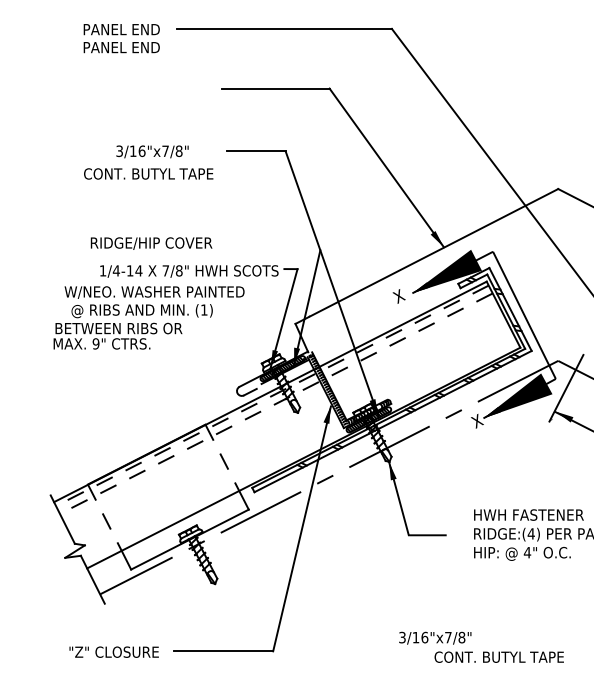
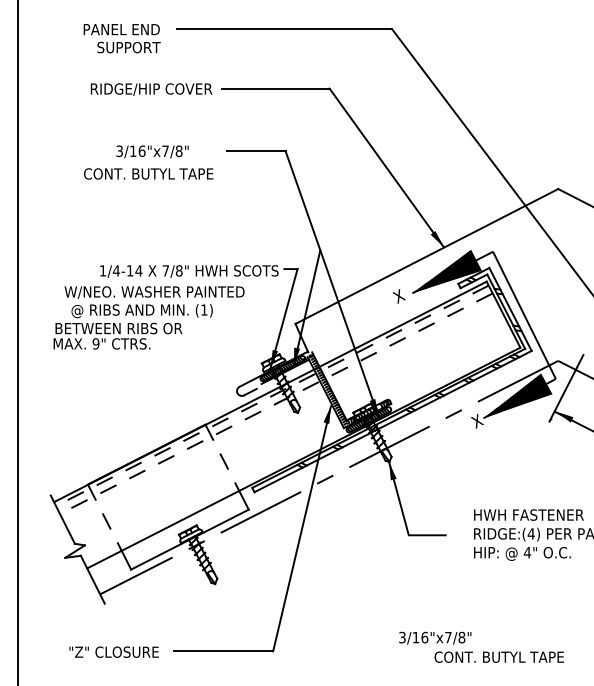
text at (121, 47): PANEL END -> SUPPORT
text at (151, 243) position: (151, 243) -> (151, 89)
line at (17, 342): none -> present
